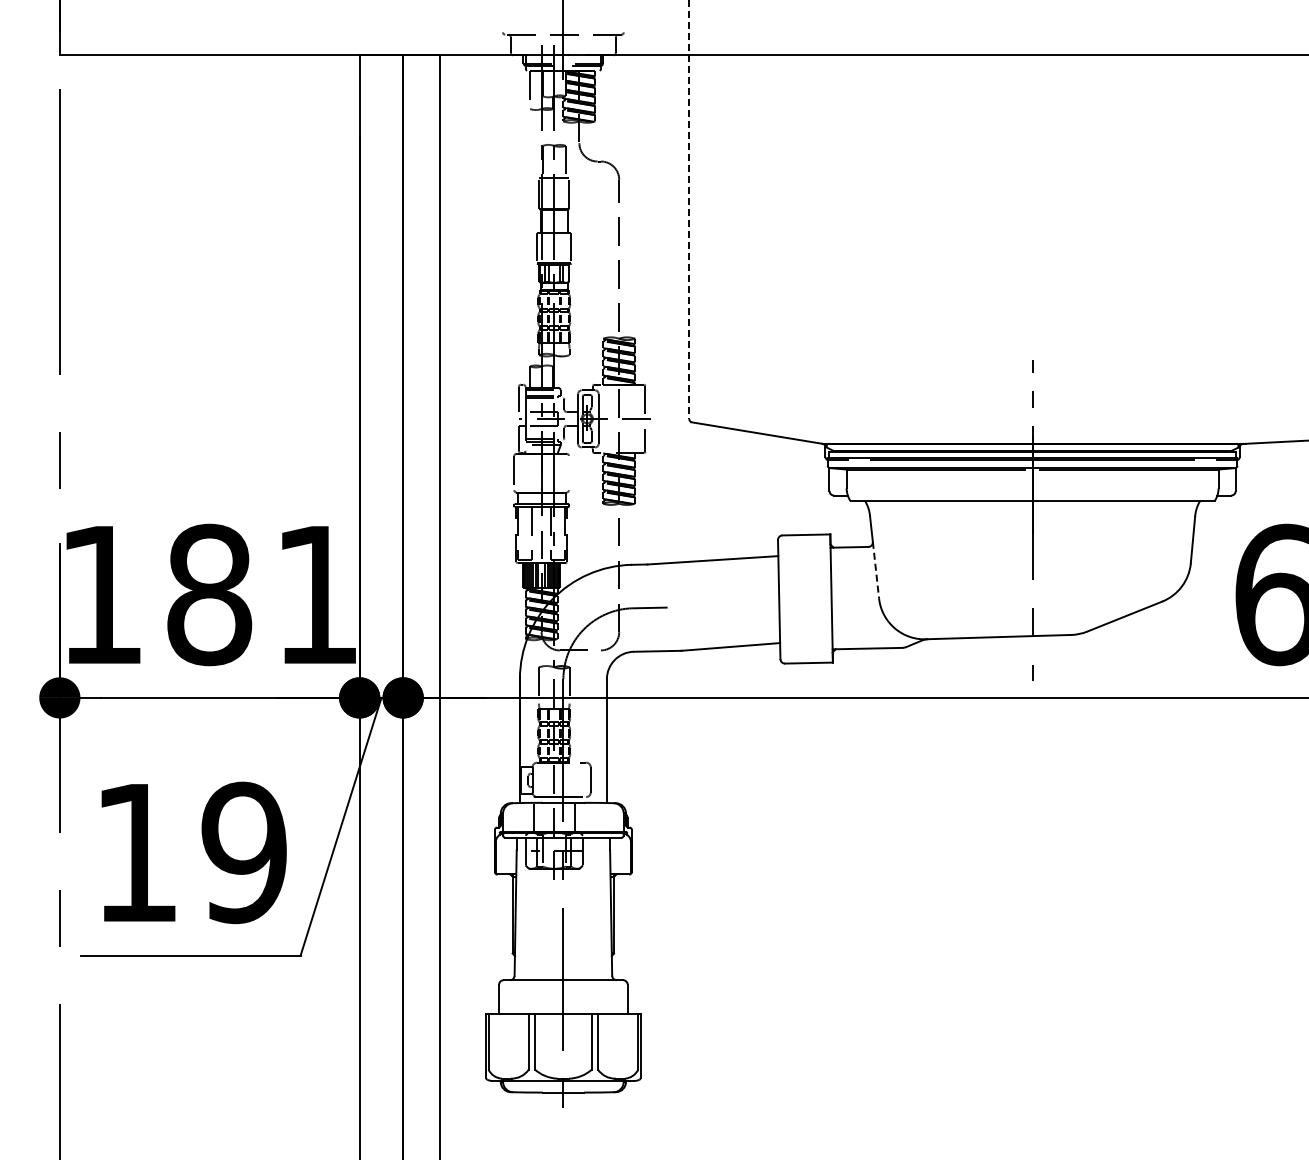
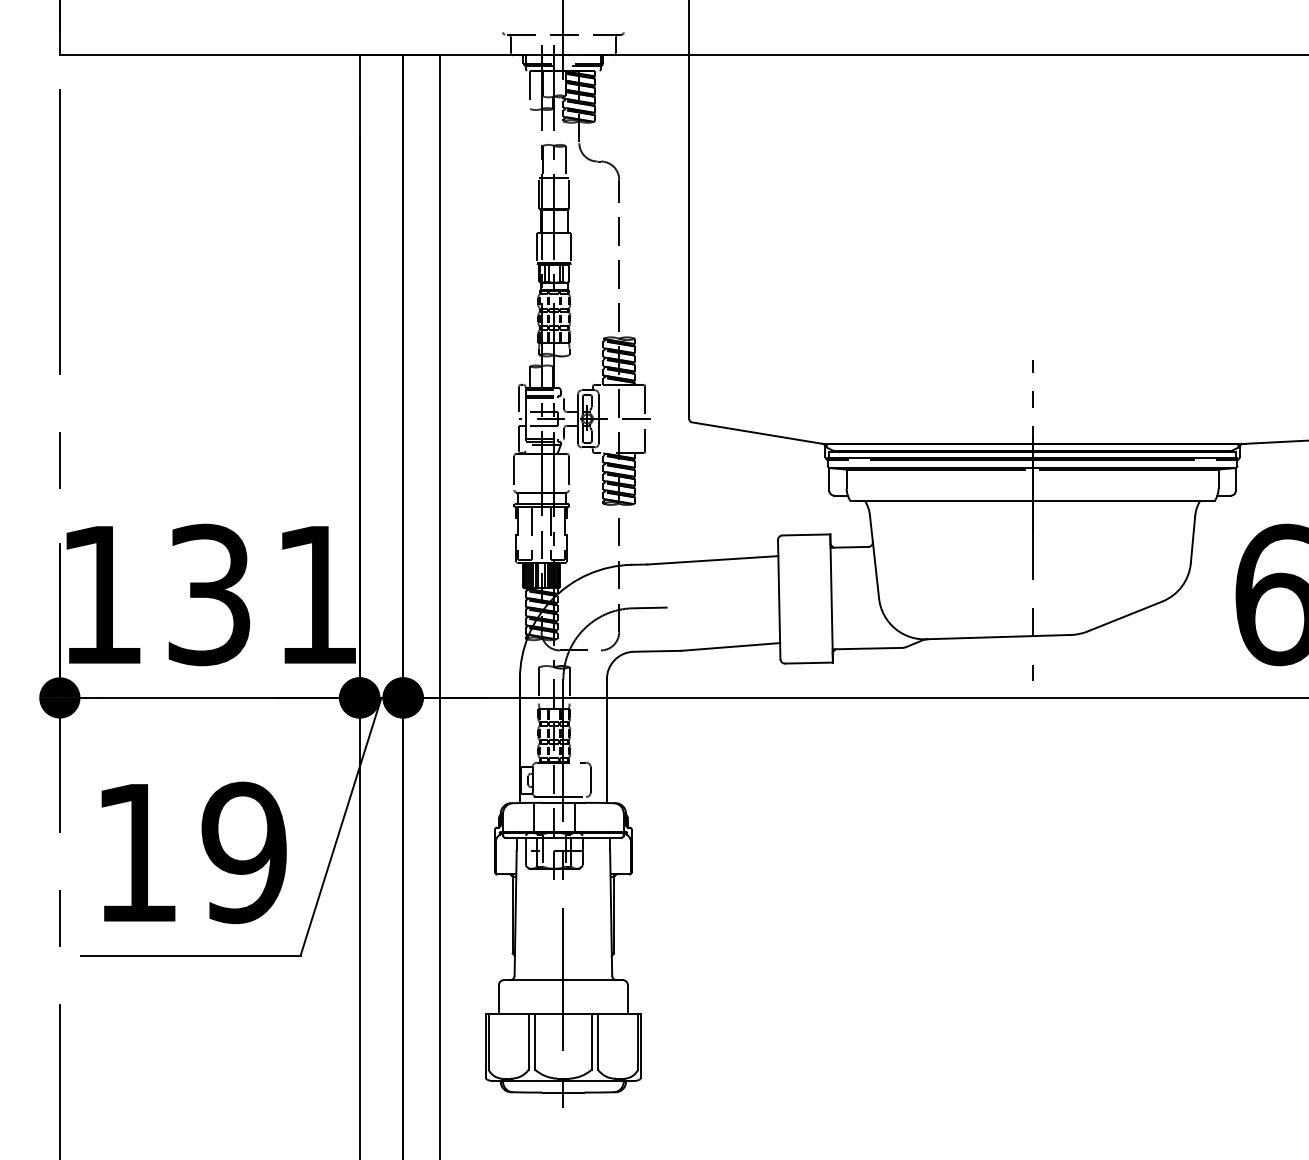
line at (689, 209): dashed -> solid
line at (568, 473): none -> present
line at (876, 570): dashed -> solid
text at (209, 594): 181 -> 131
